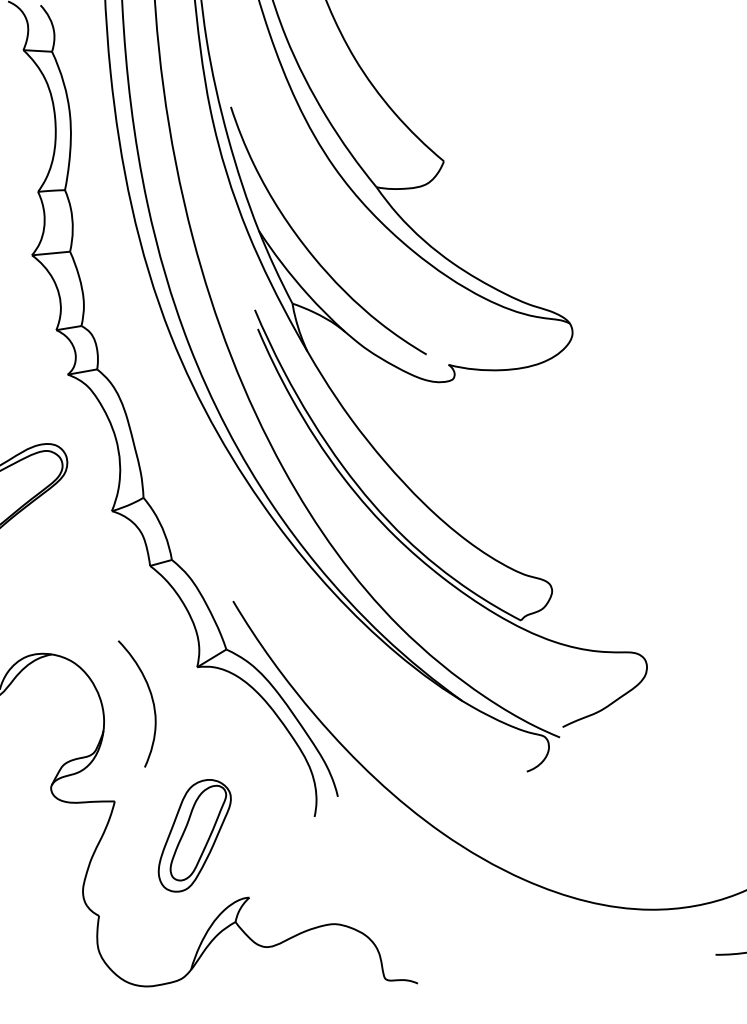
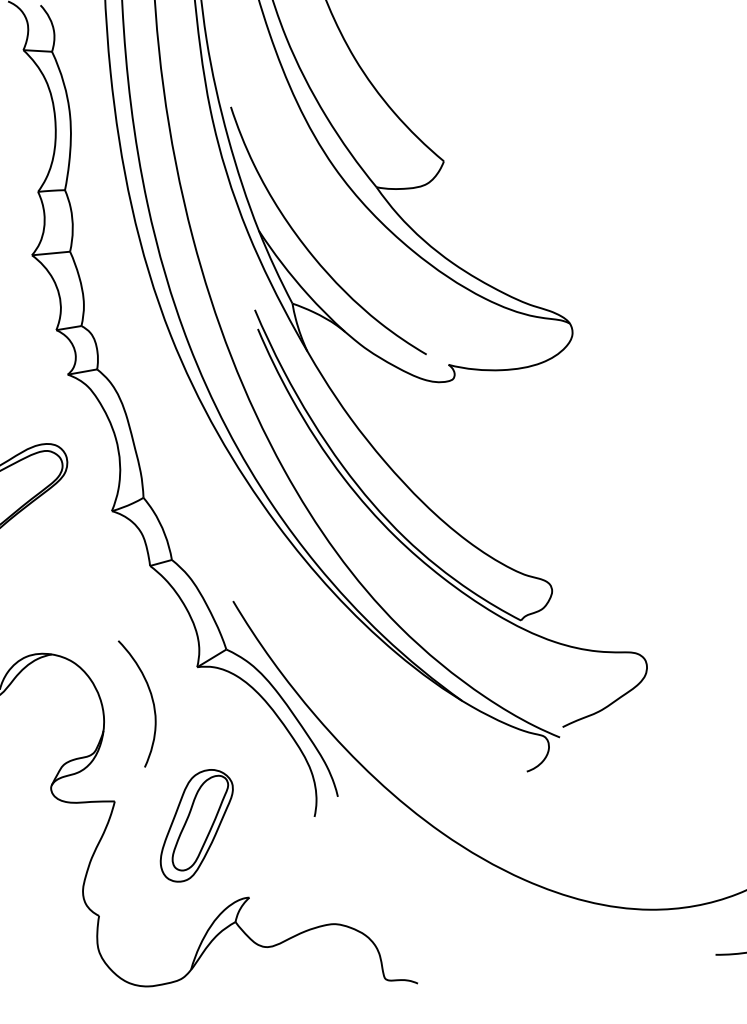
part at (194, 835) position: (194, 835) -> (196, 825)
